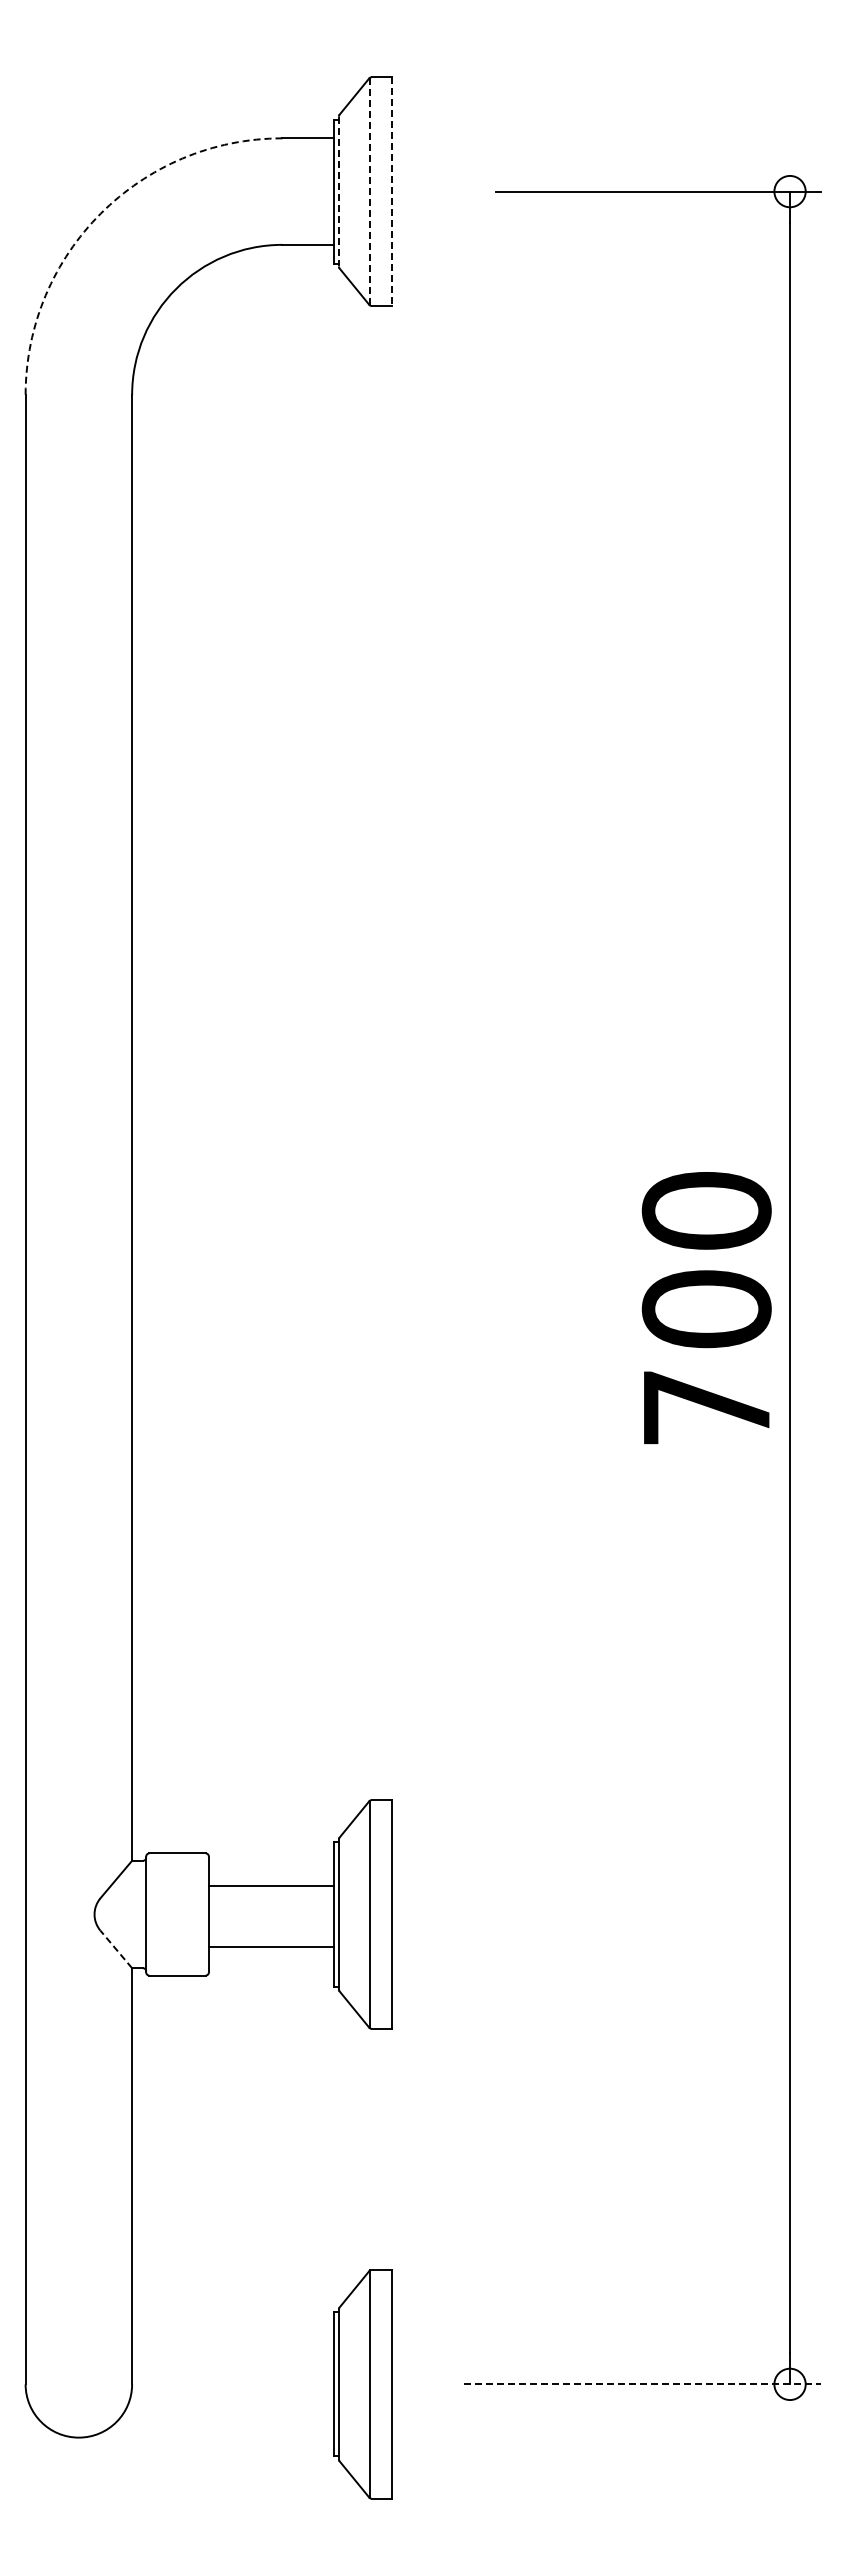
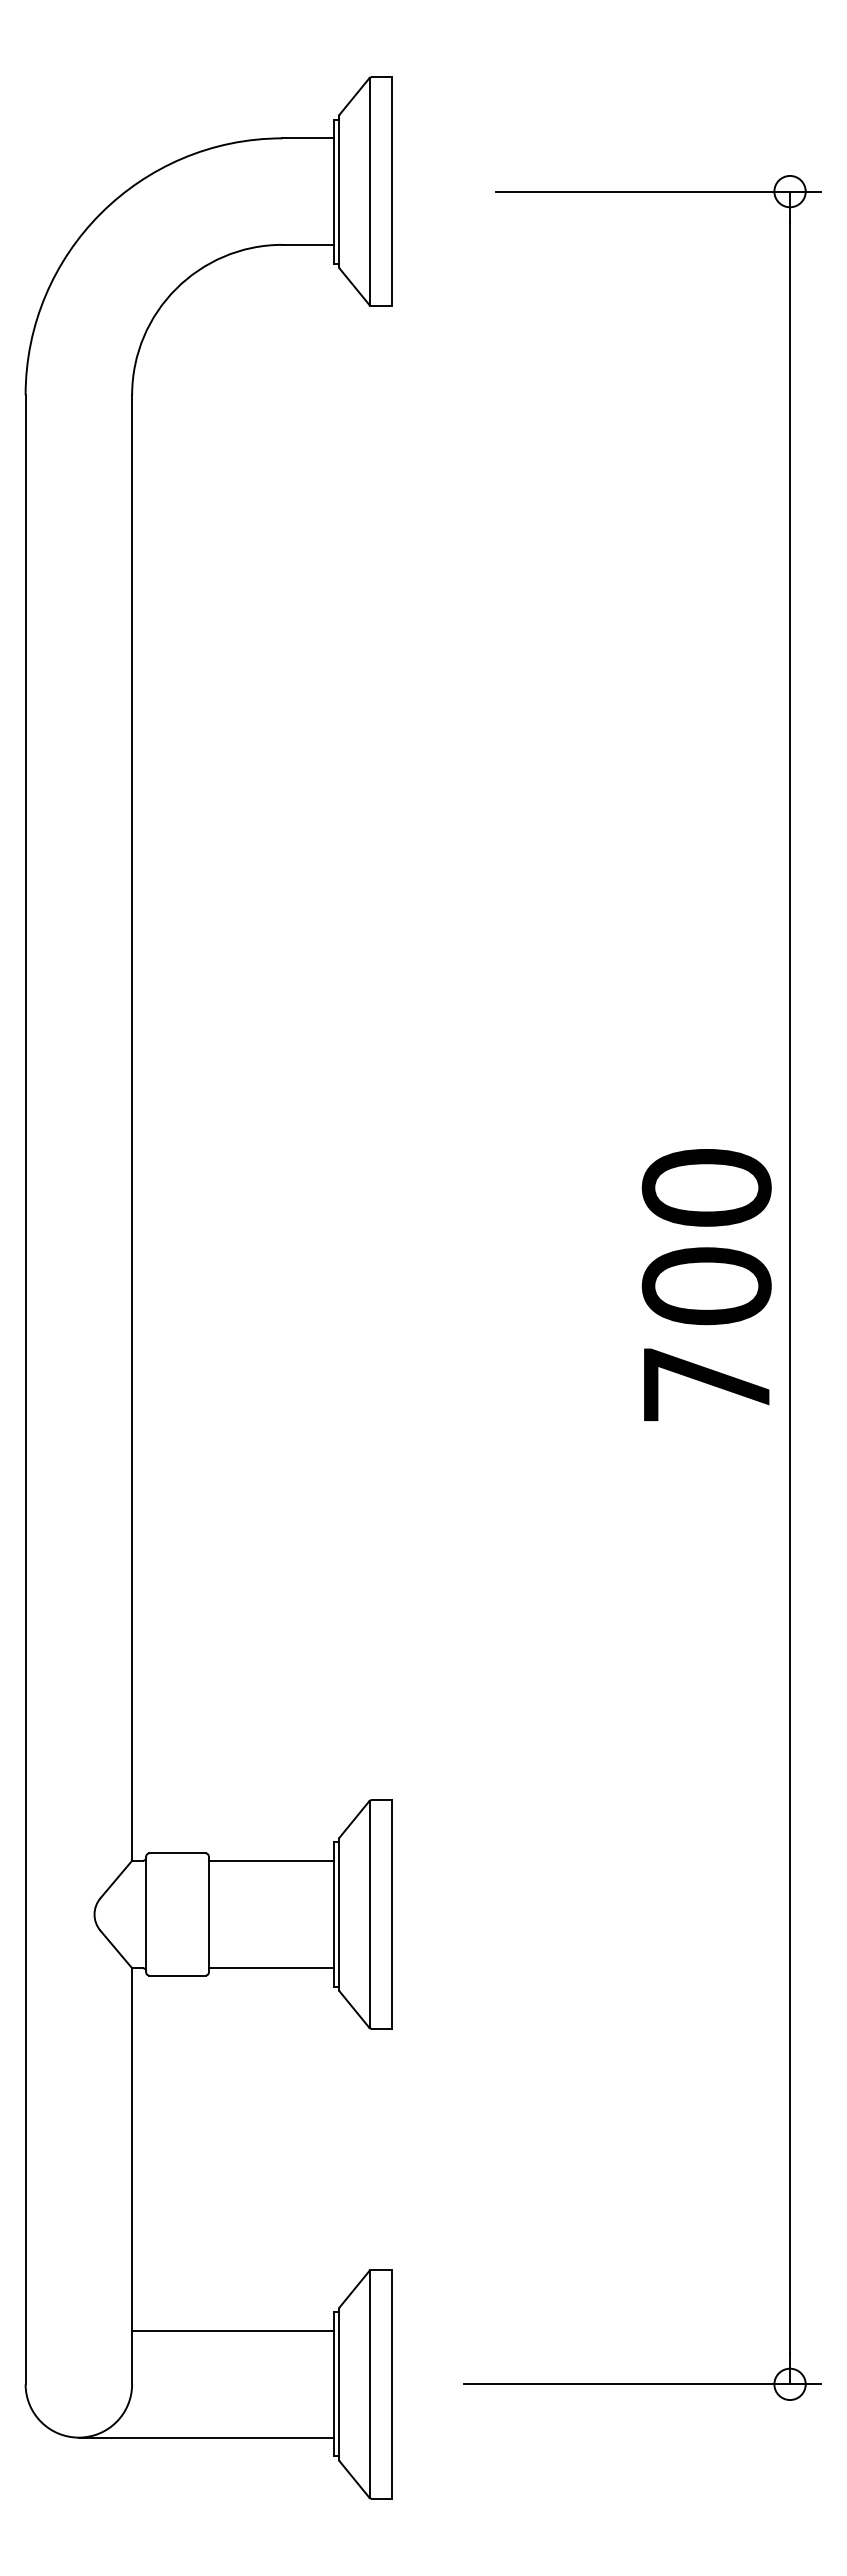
line at (338, 191): dashed -> solid
line at (370, 191): dashed -> solid
line at (392, 192): dashed -> solid
arc at (100, 213): dashed -> solid
text at (706, 1307) position: (706, 1307) -> (706, 1284)
line at (271, 1886) position: (271, 1886) -> (271, 1861)
line at (271, 1946) position: (271, 1946) -> (271, 1967)
line at (116, 1949): dashed -> solid
line at (233, 2331): none -> present
line at (642, 2384): dashed -> solid
line at (206, 2437): none -> present
